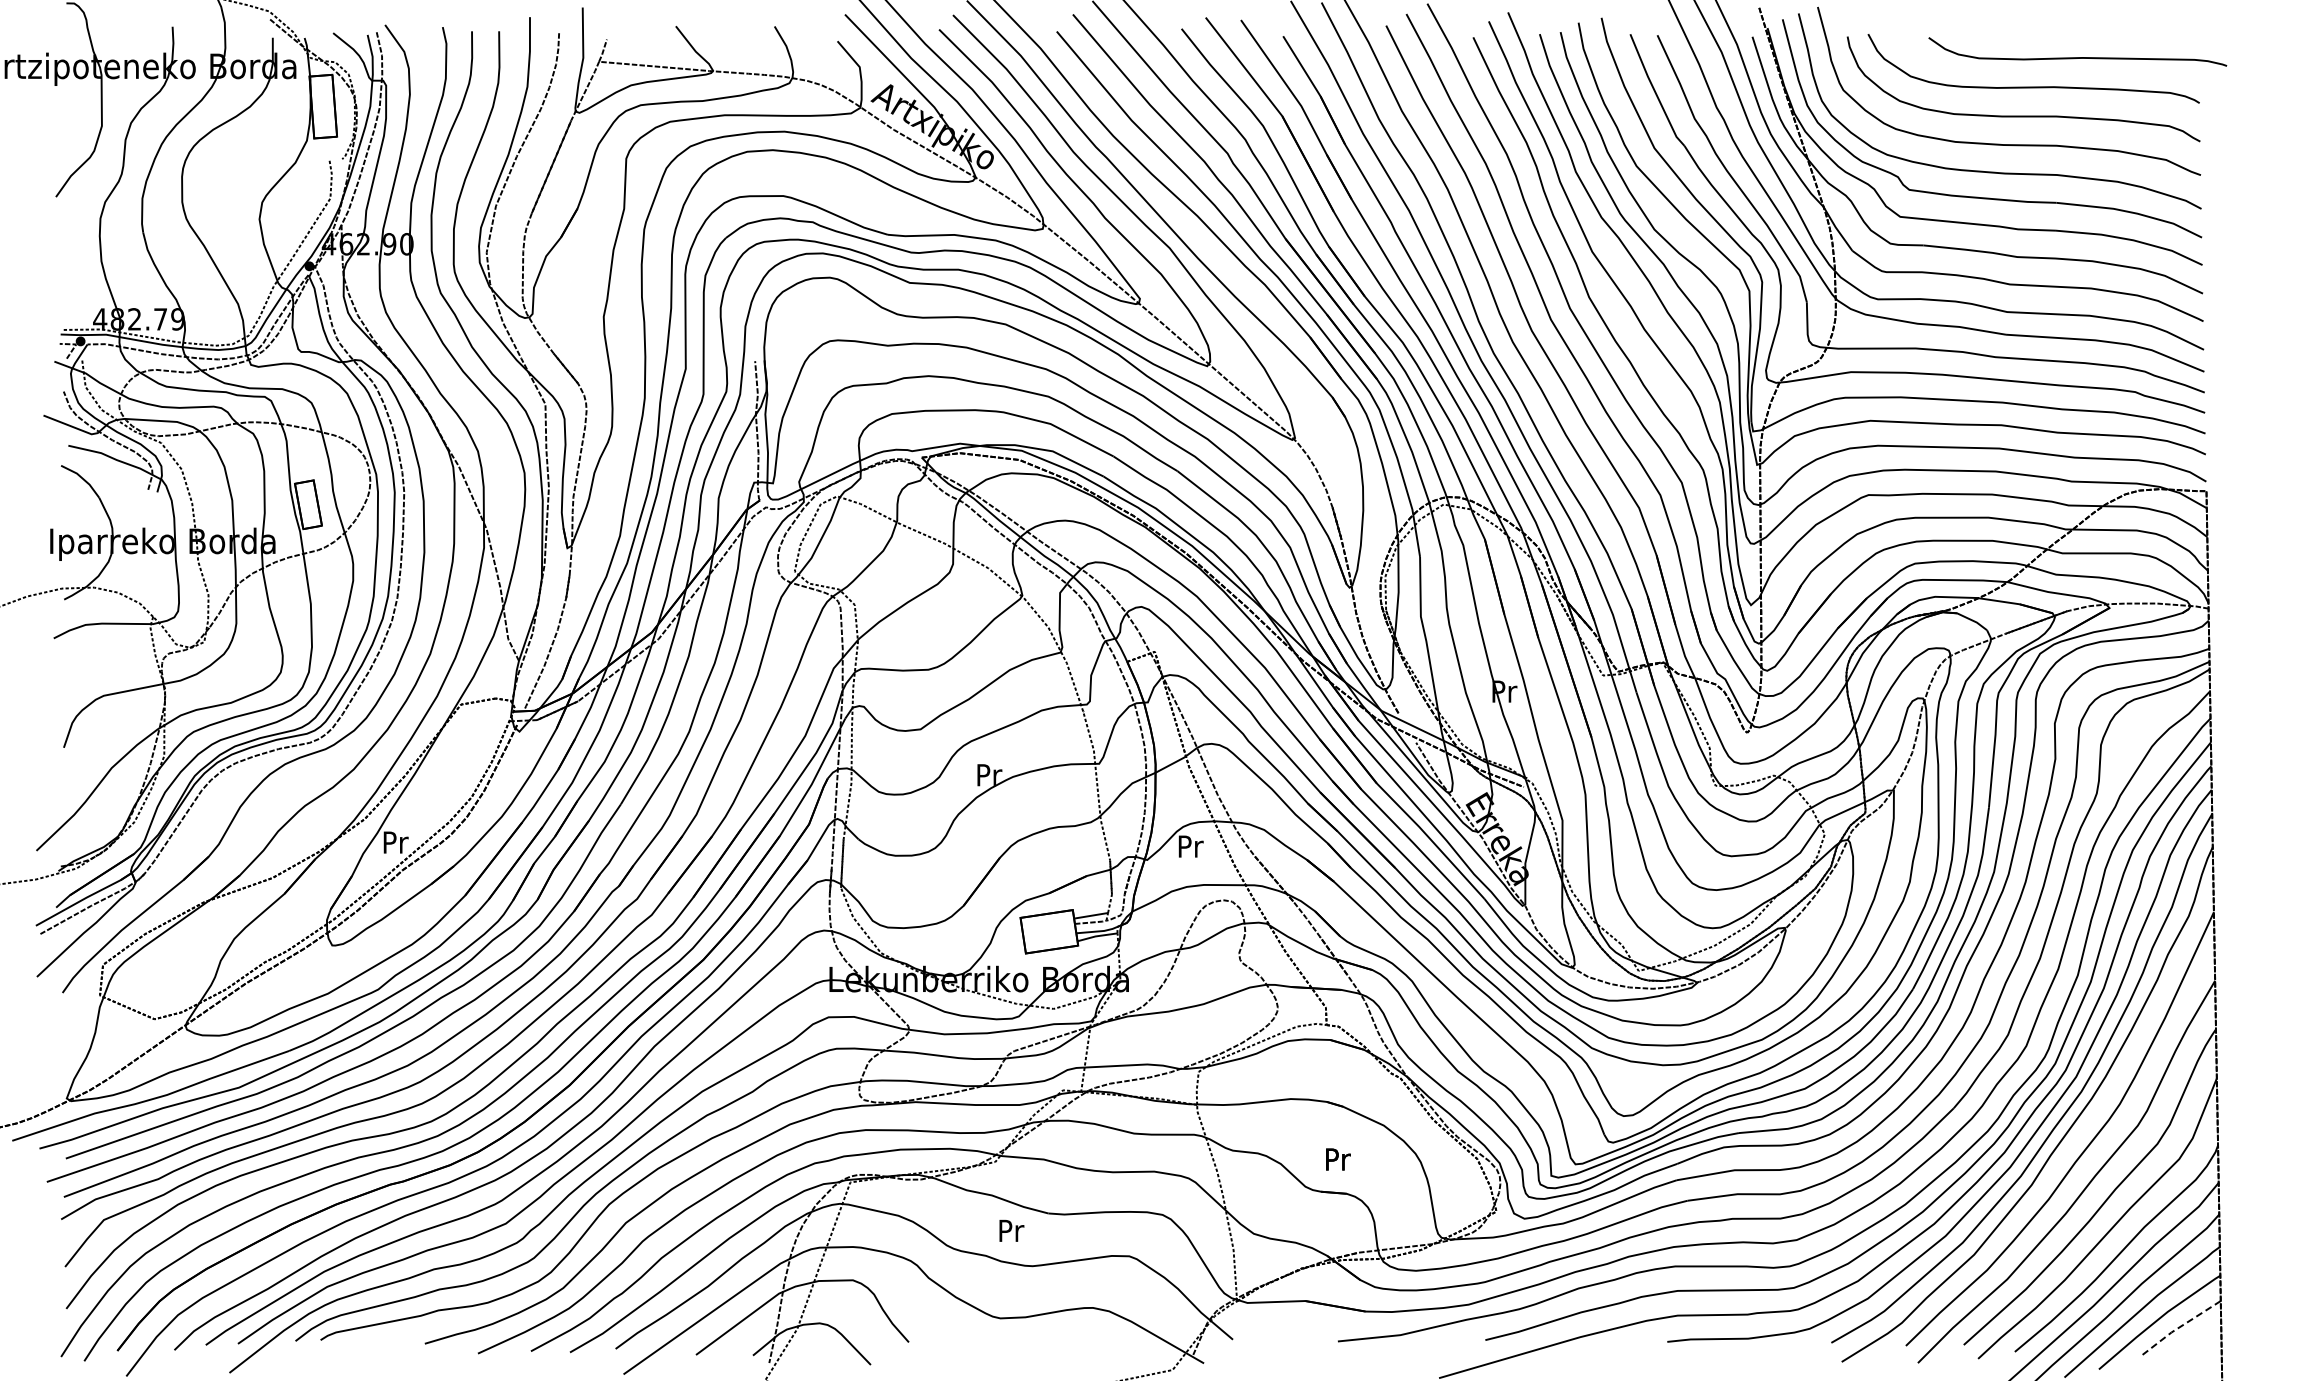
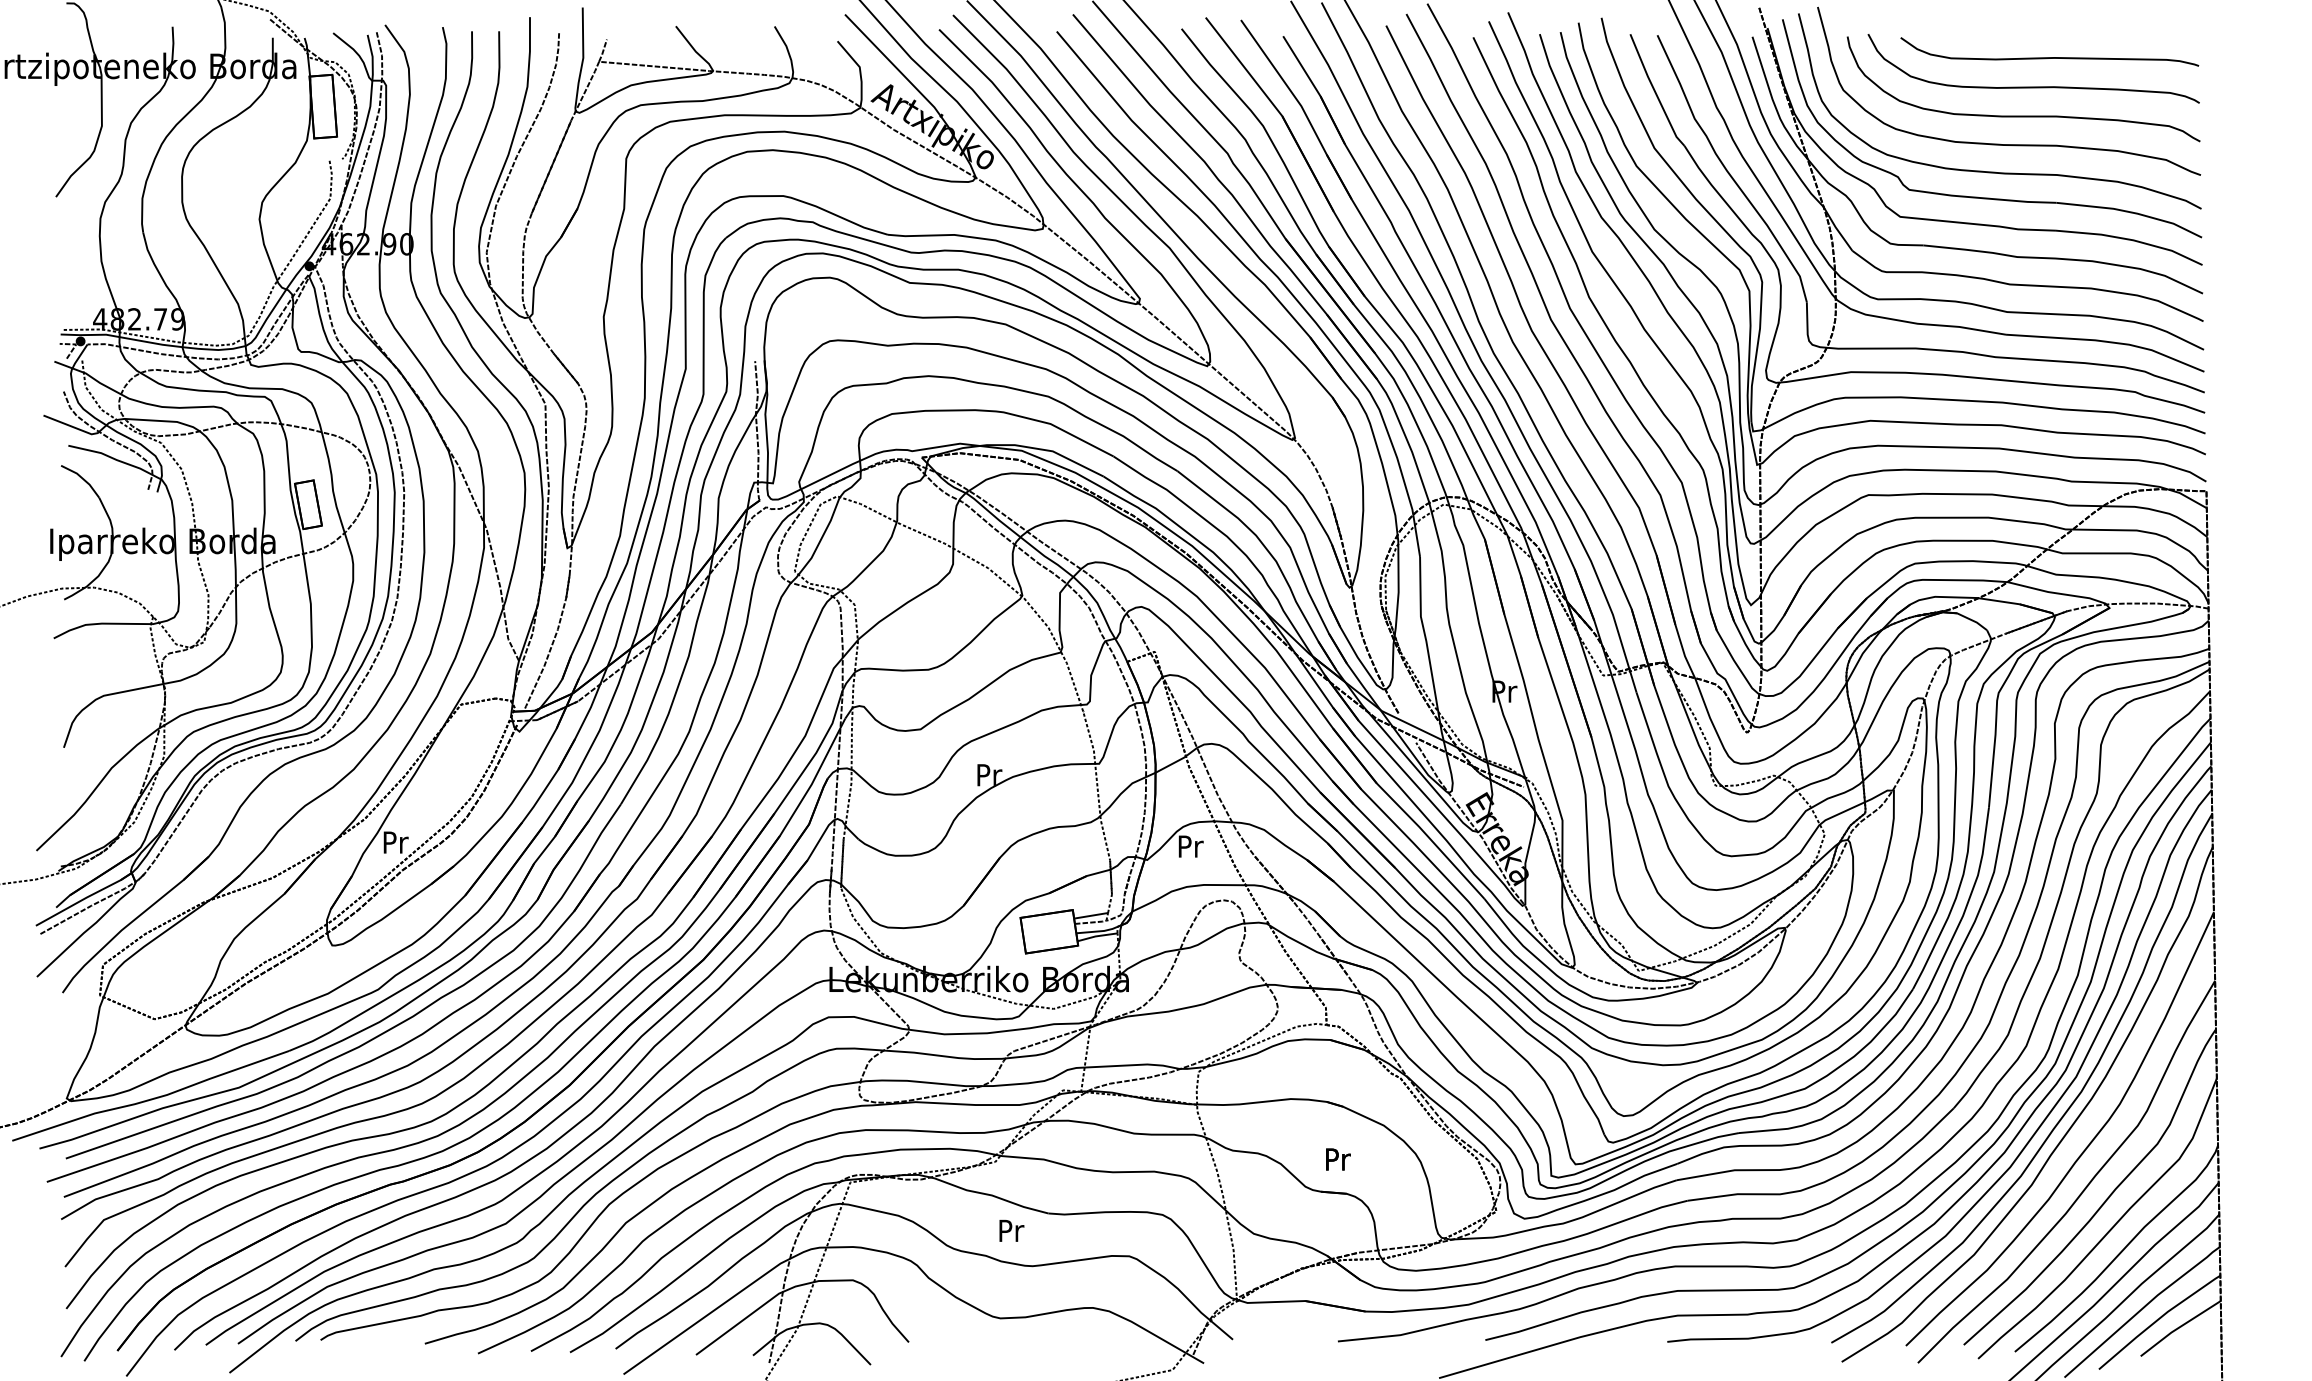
curve at (2077, 57) position: (2077, 57) -> (2049, 57)
line at (2178, 1327): dashed -> solid
